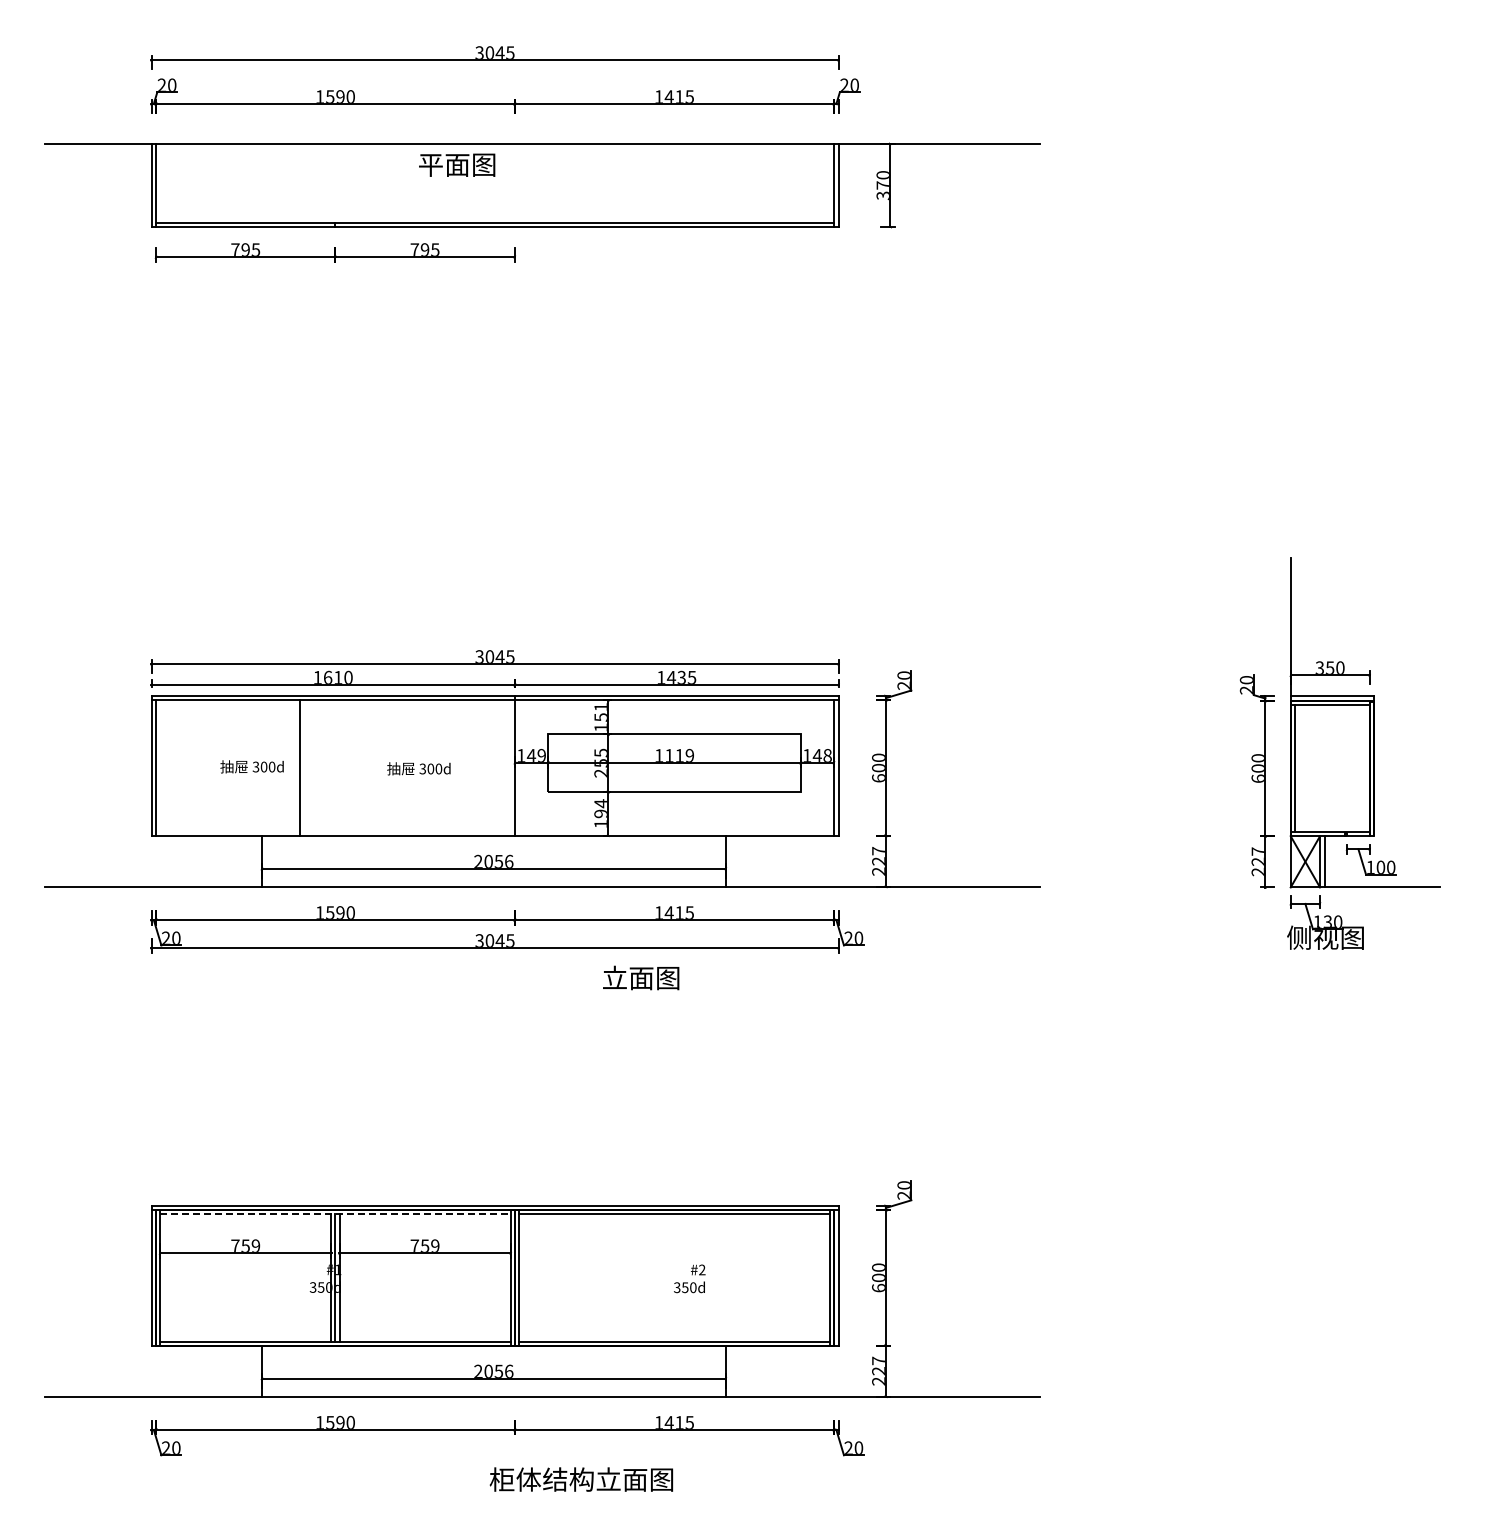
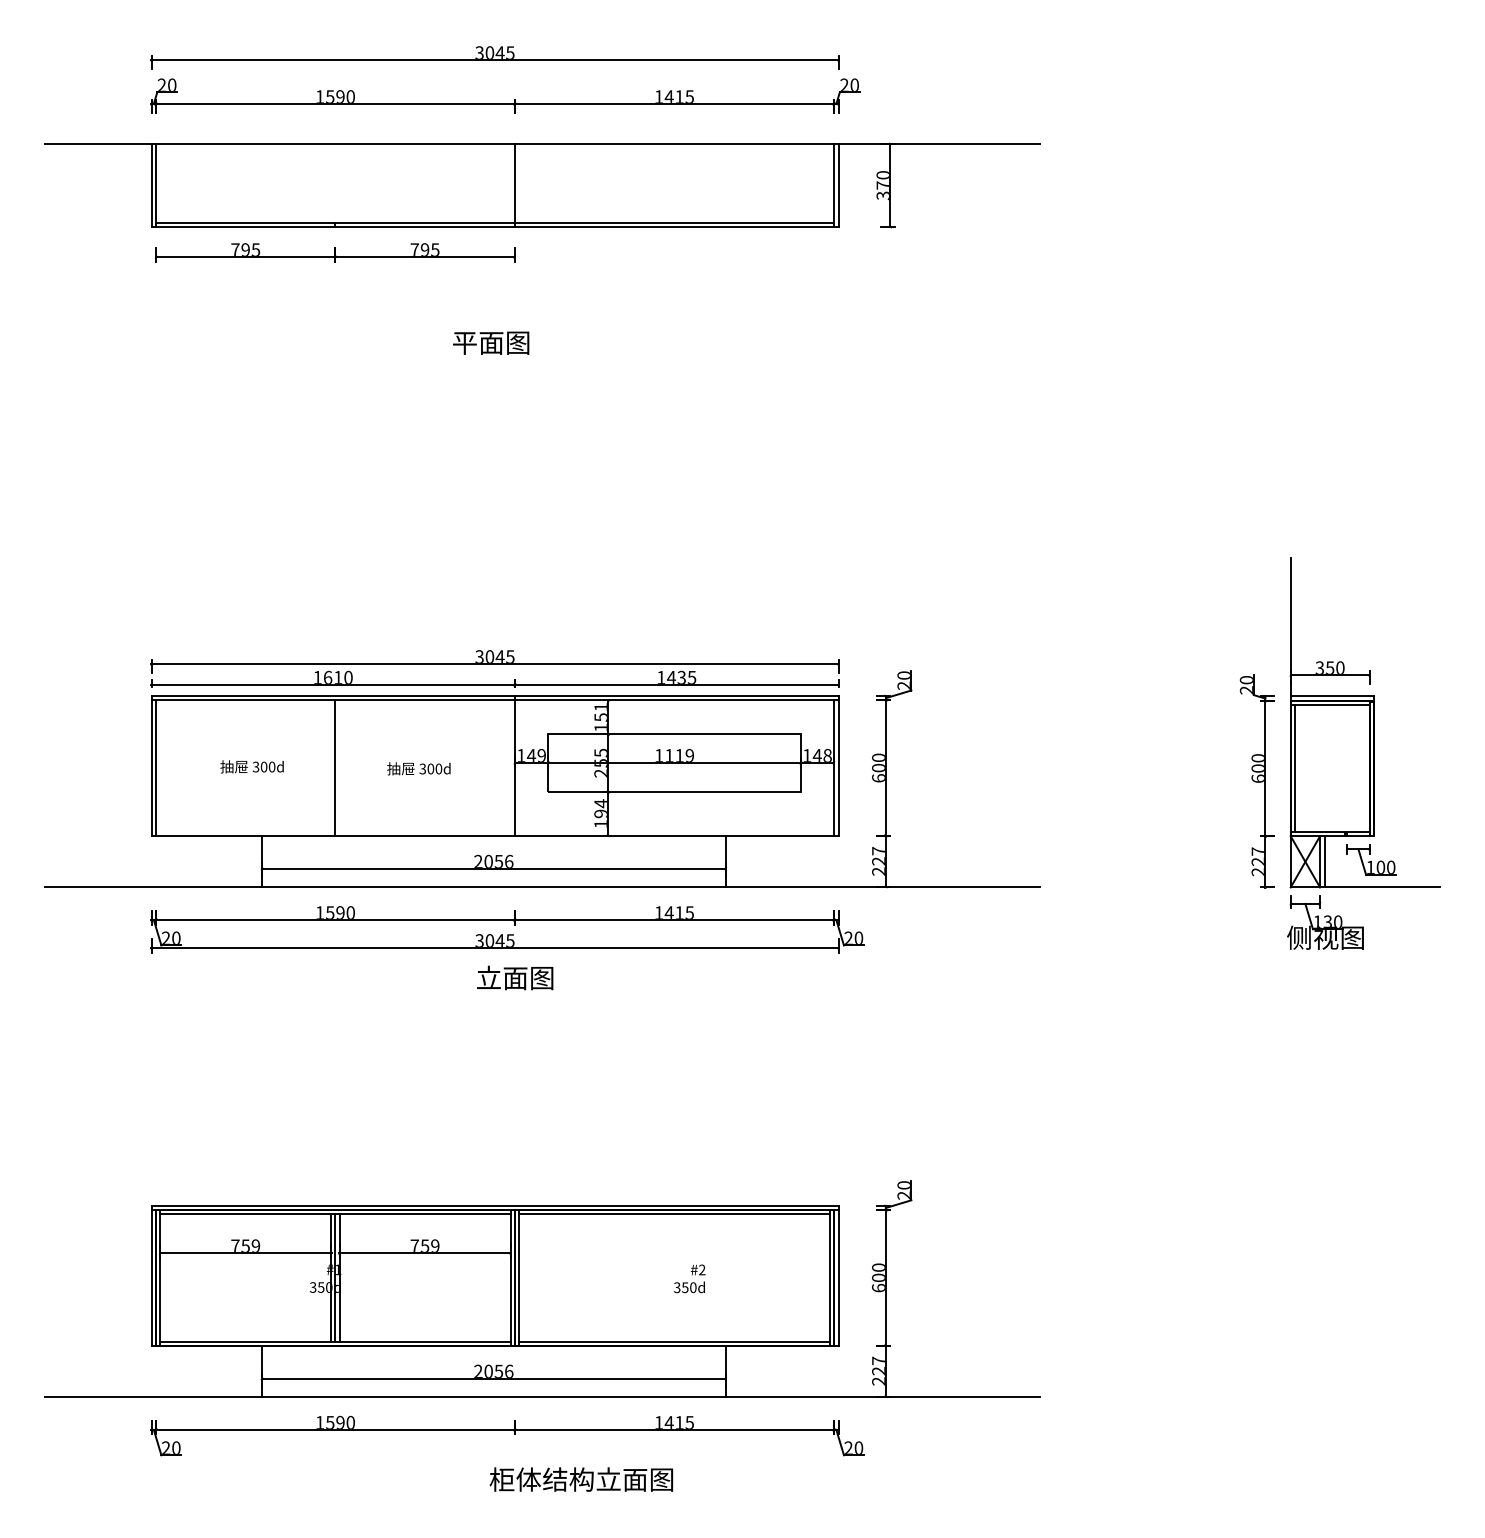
text at (457, 164) position: (457, 164) -> (491, 342)
line at (514, 185): none -> present
line at (300, 767) position: (300, 767) -> (335, 767)
text at (641, 977) position: (641, 977) -> (515, 977)
line at (335, 1214): dashed -> solid
